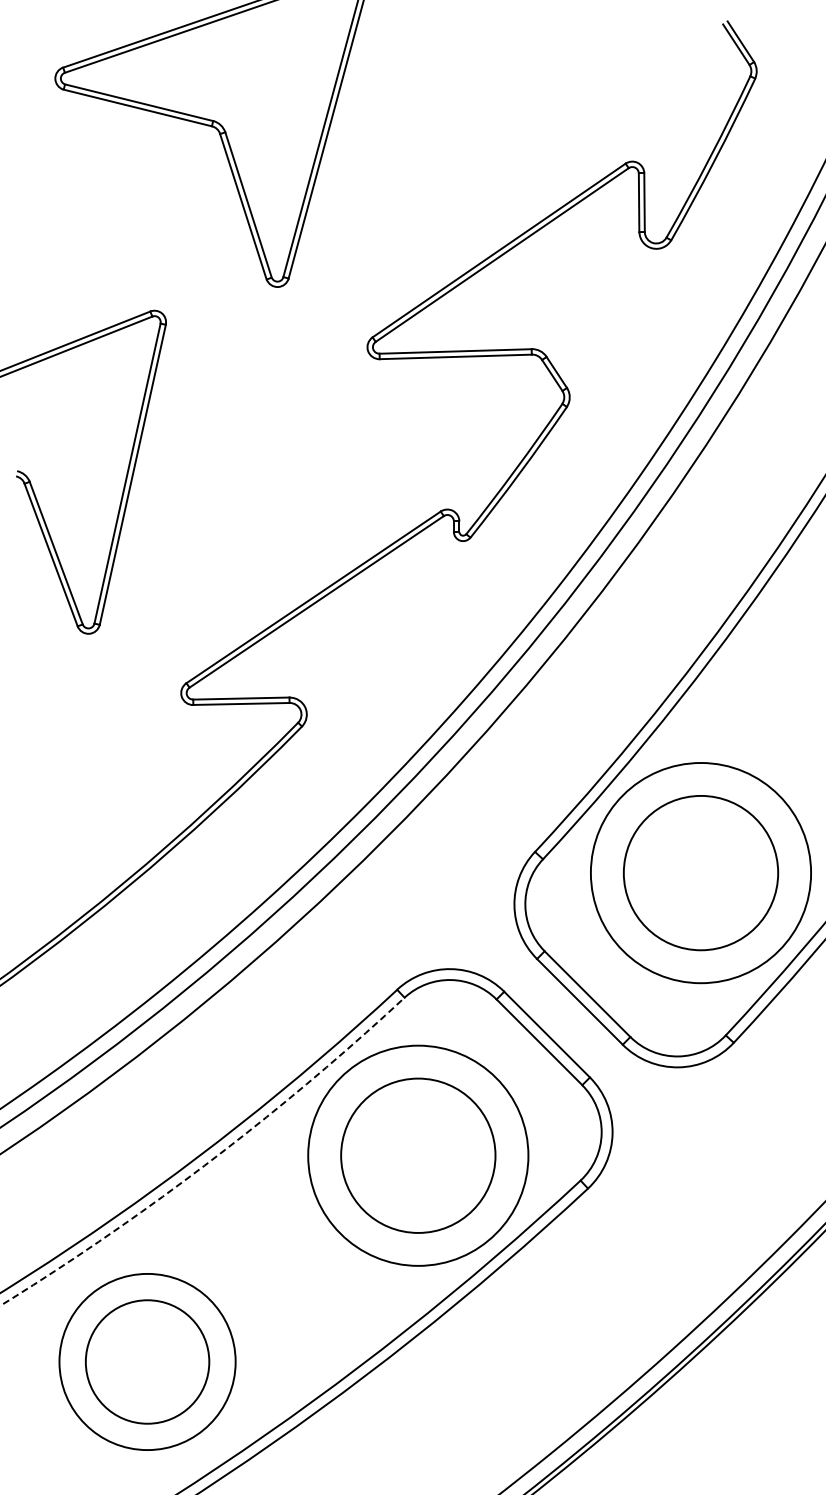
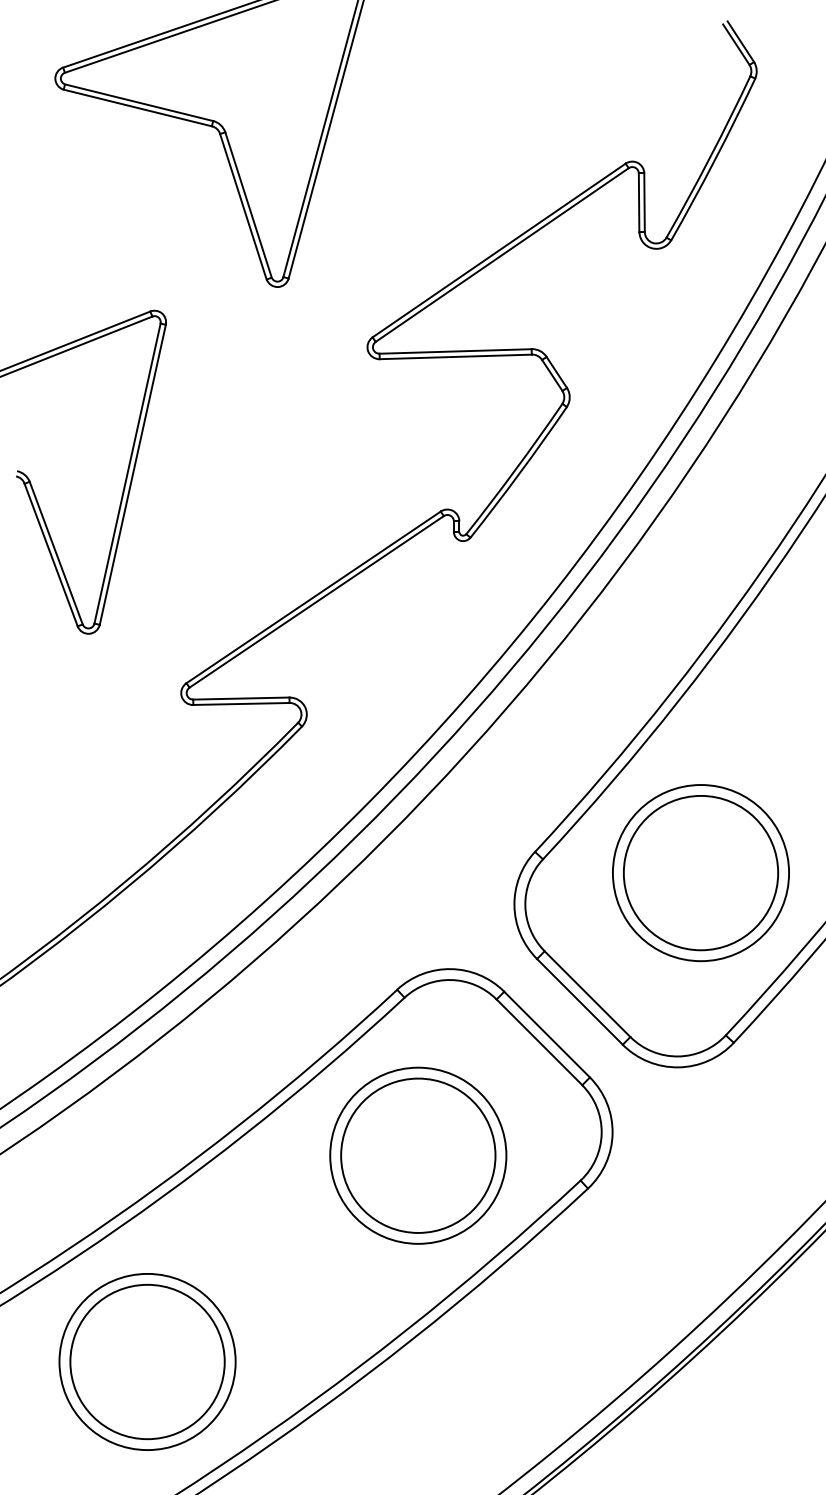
circle at (700, 872) diameter: 220 px -> 176 px
circle at (418, 1155) diameter: 220 px -> 176 px
arc at (209, 1162): dashed -> solid
circle at (147, 1361) diameter: 123 px -> 154 px
